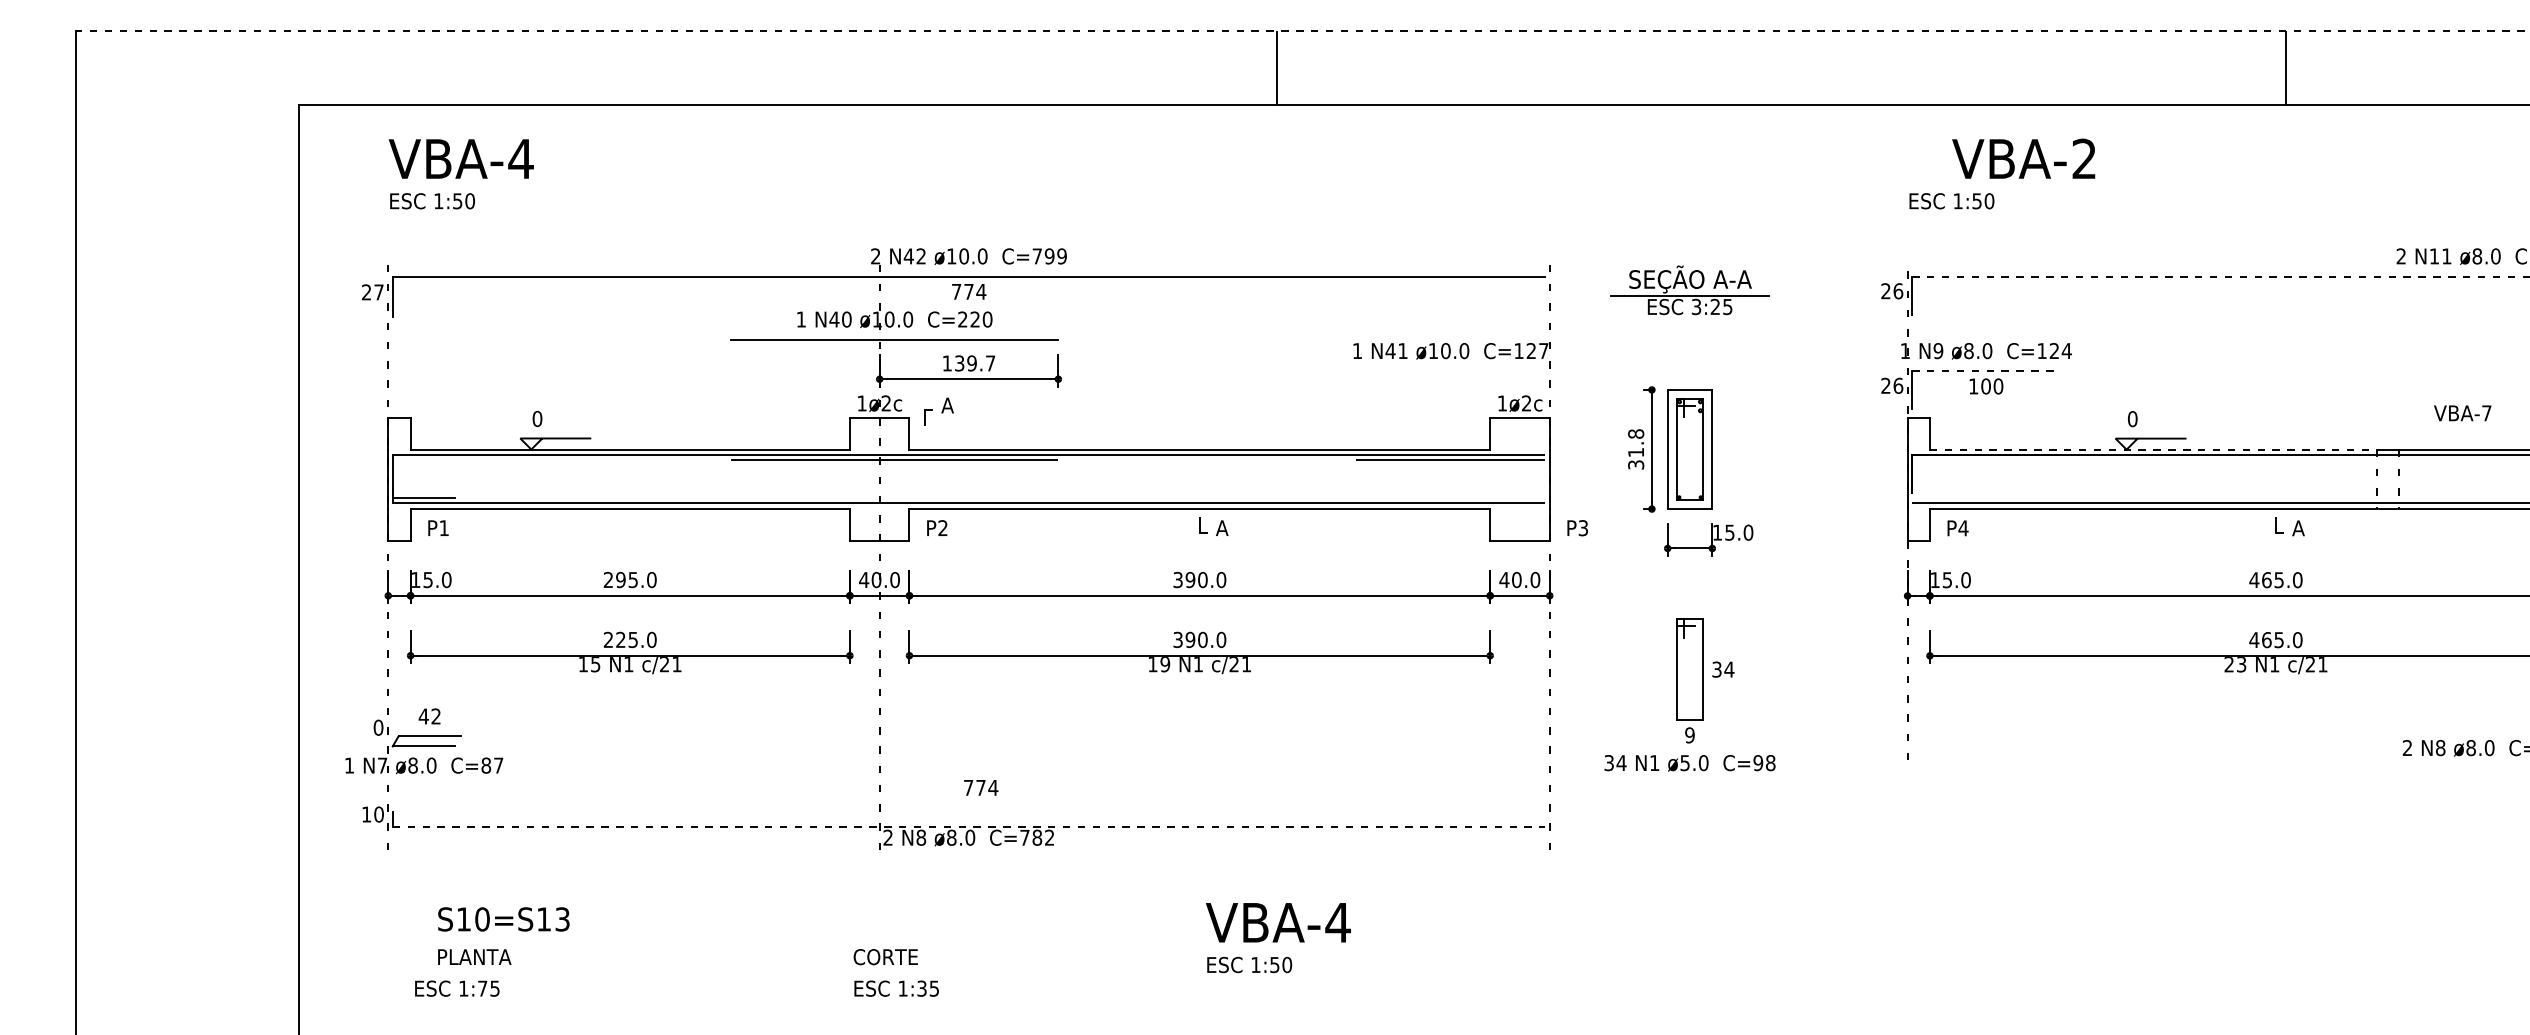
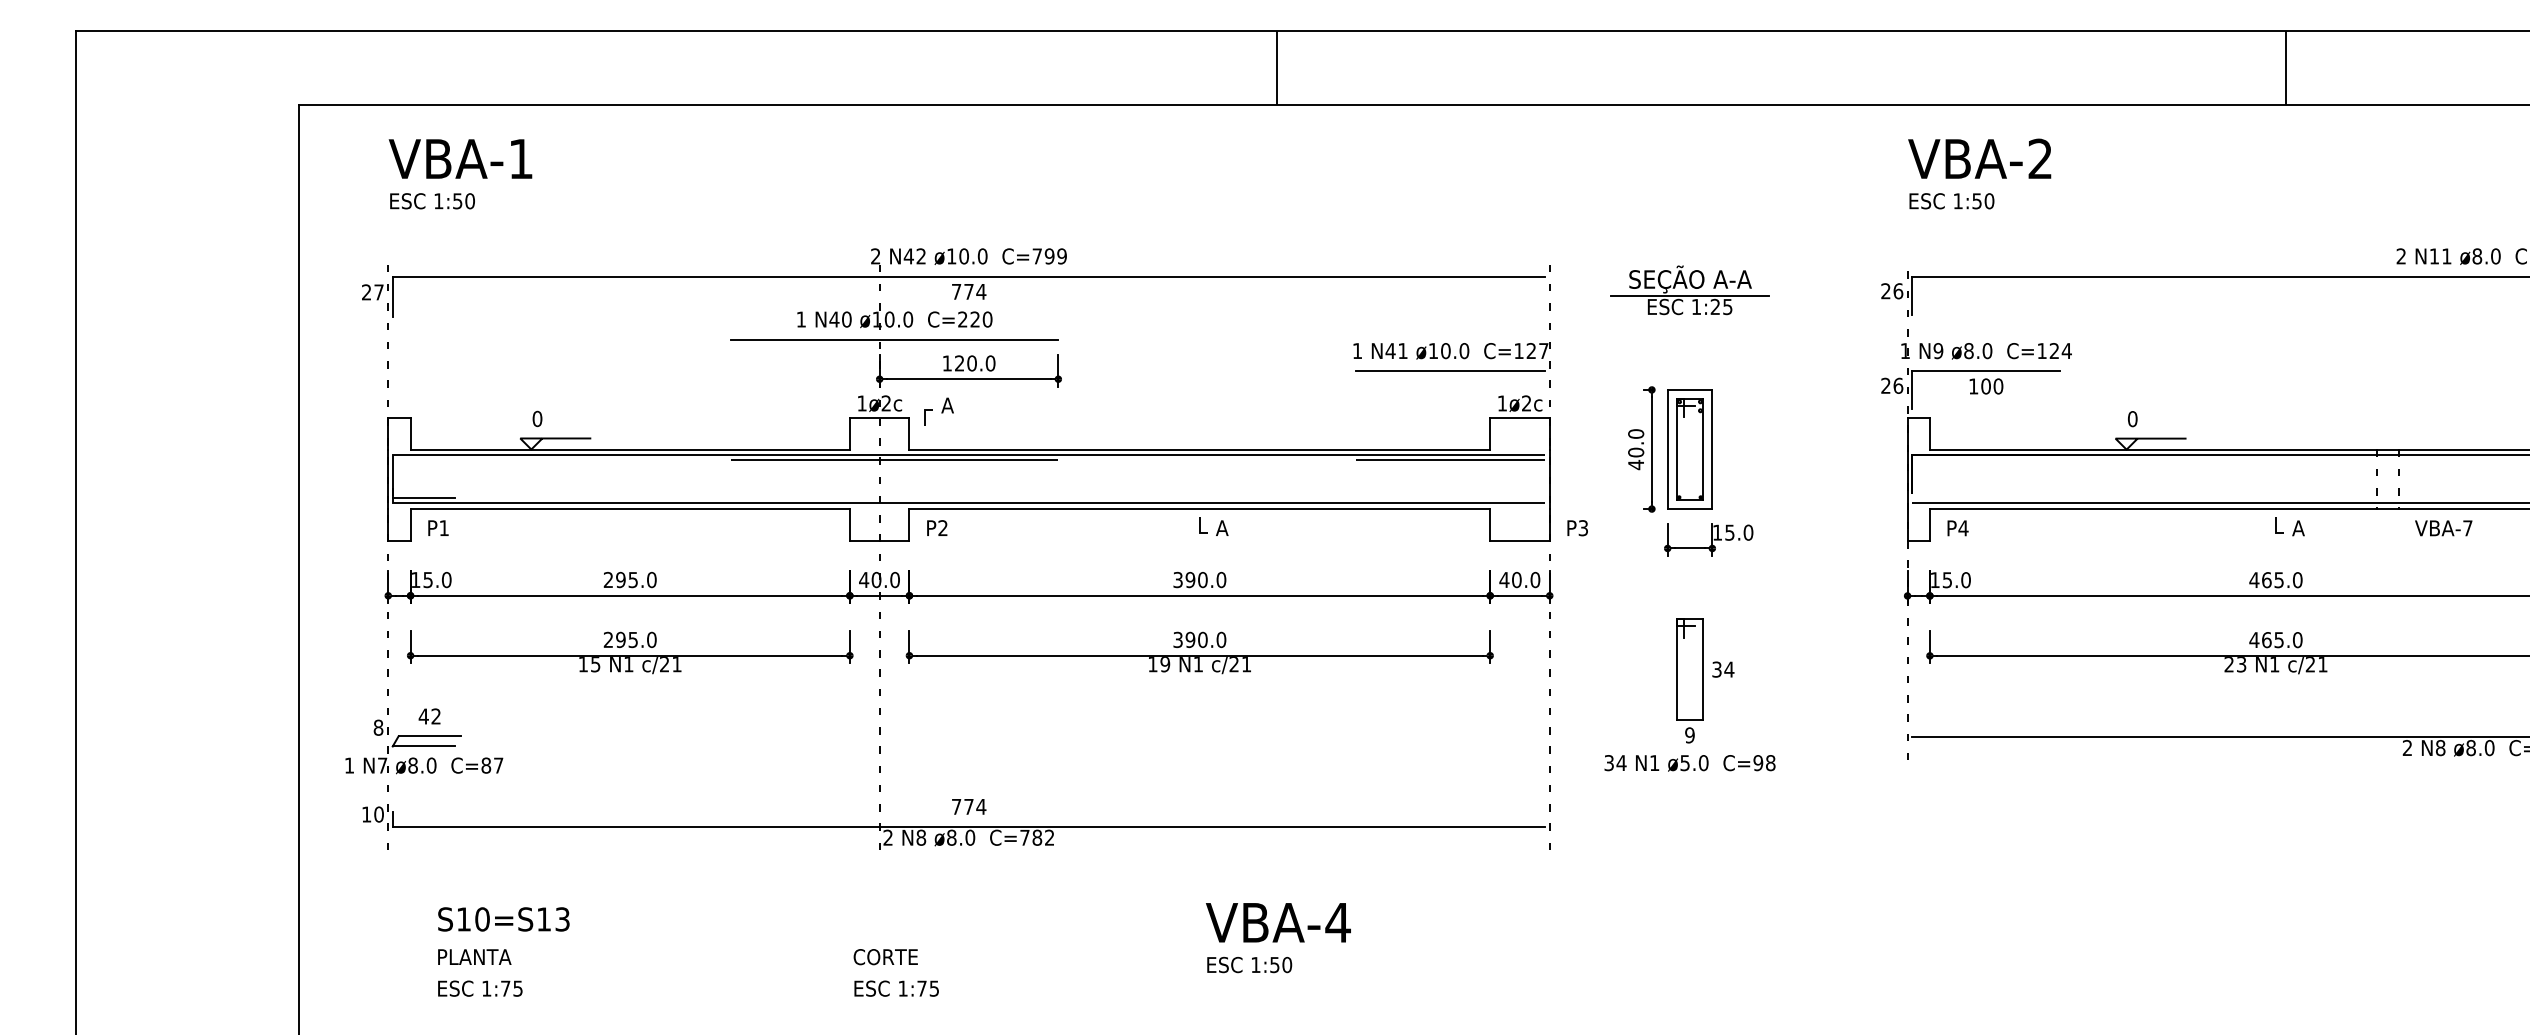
line at (1302, 30): dashed -> solid
text at (520, 158): VBA-4 -> VBA-1
text at (2023, 158) position: (2023, 158) -> (1979, 158)
line at (2220, 276): dashed -> solid
text at (1696, 306): 3:25 -> 1:25
text at (975, 363): 139.7 -> 120.0
line at (1450, 371): none -> present
line at (1986, 371): dashed -> solid
text at (2462, 413) position: (2462, 413) -> (2443, 528)
text at (1636, 449): 31.8 -> 40.0
line at (2153, 449): dashed -> solid
text at (620, 640): 225.0 -> 295.0
text at (378, 727): 0 -> 8
line at (2219, 736): none -> present
text at (981, 787) position: (981, 787) -> (969, 806)
line at (969, 826): dashed -> solid
text at (457, 988) position: (457, 988) -> (480, 988)
text at (921, 988): 1:35 -> 1:75
